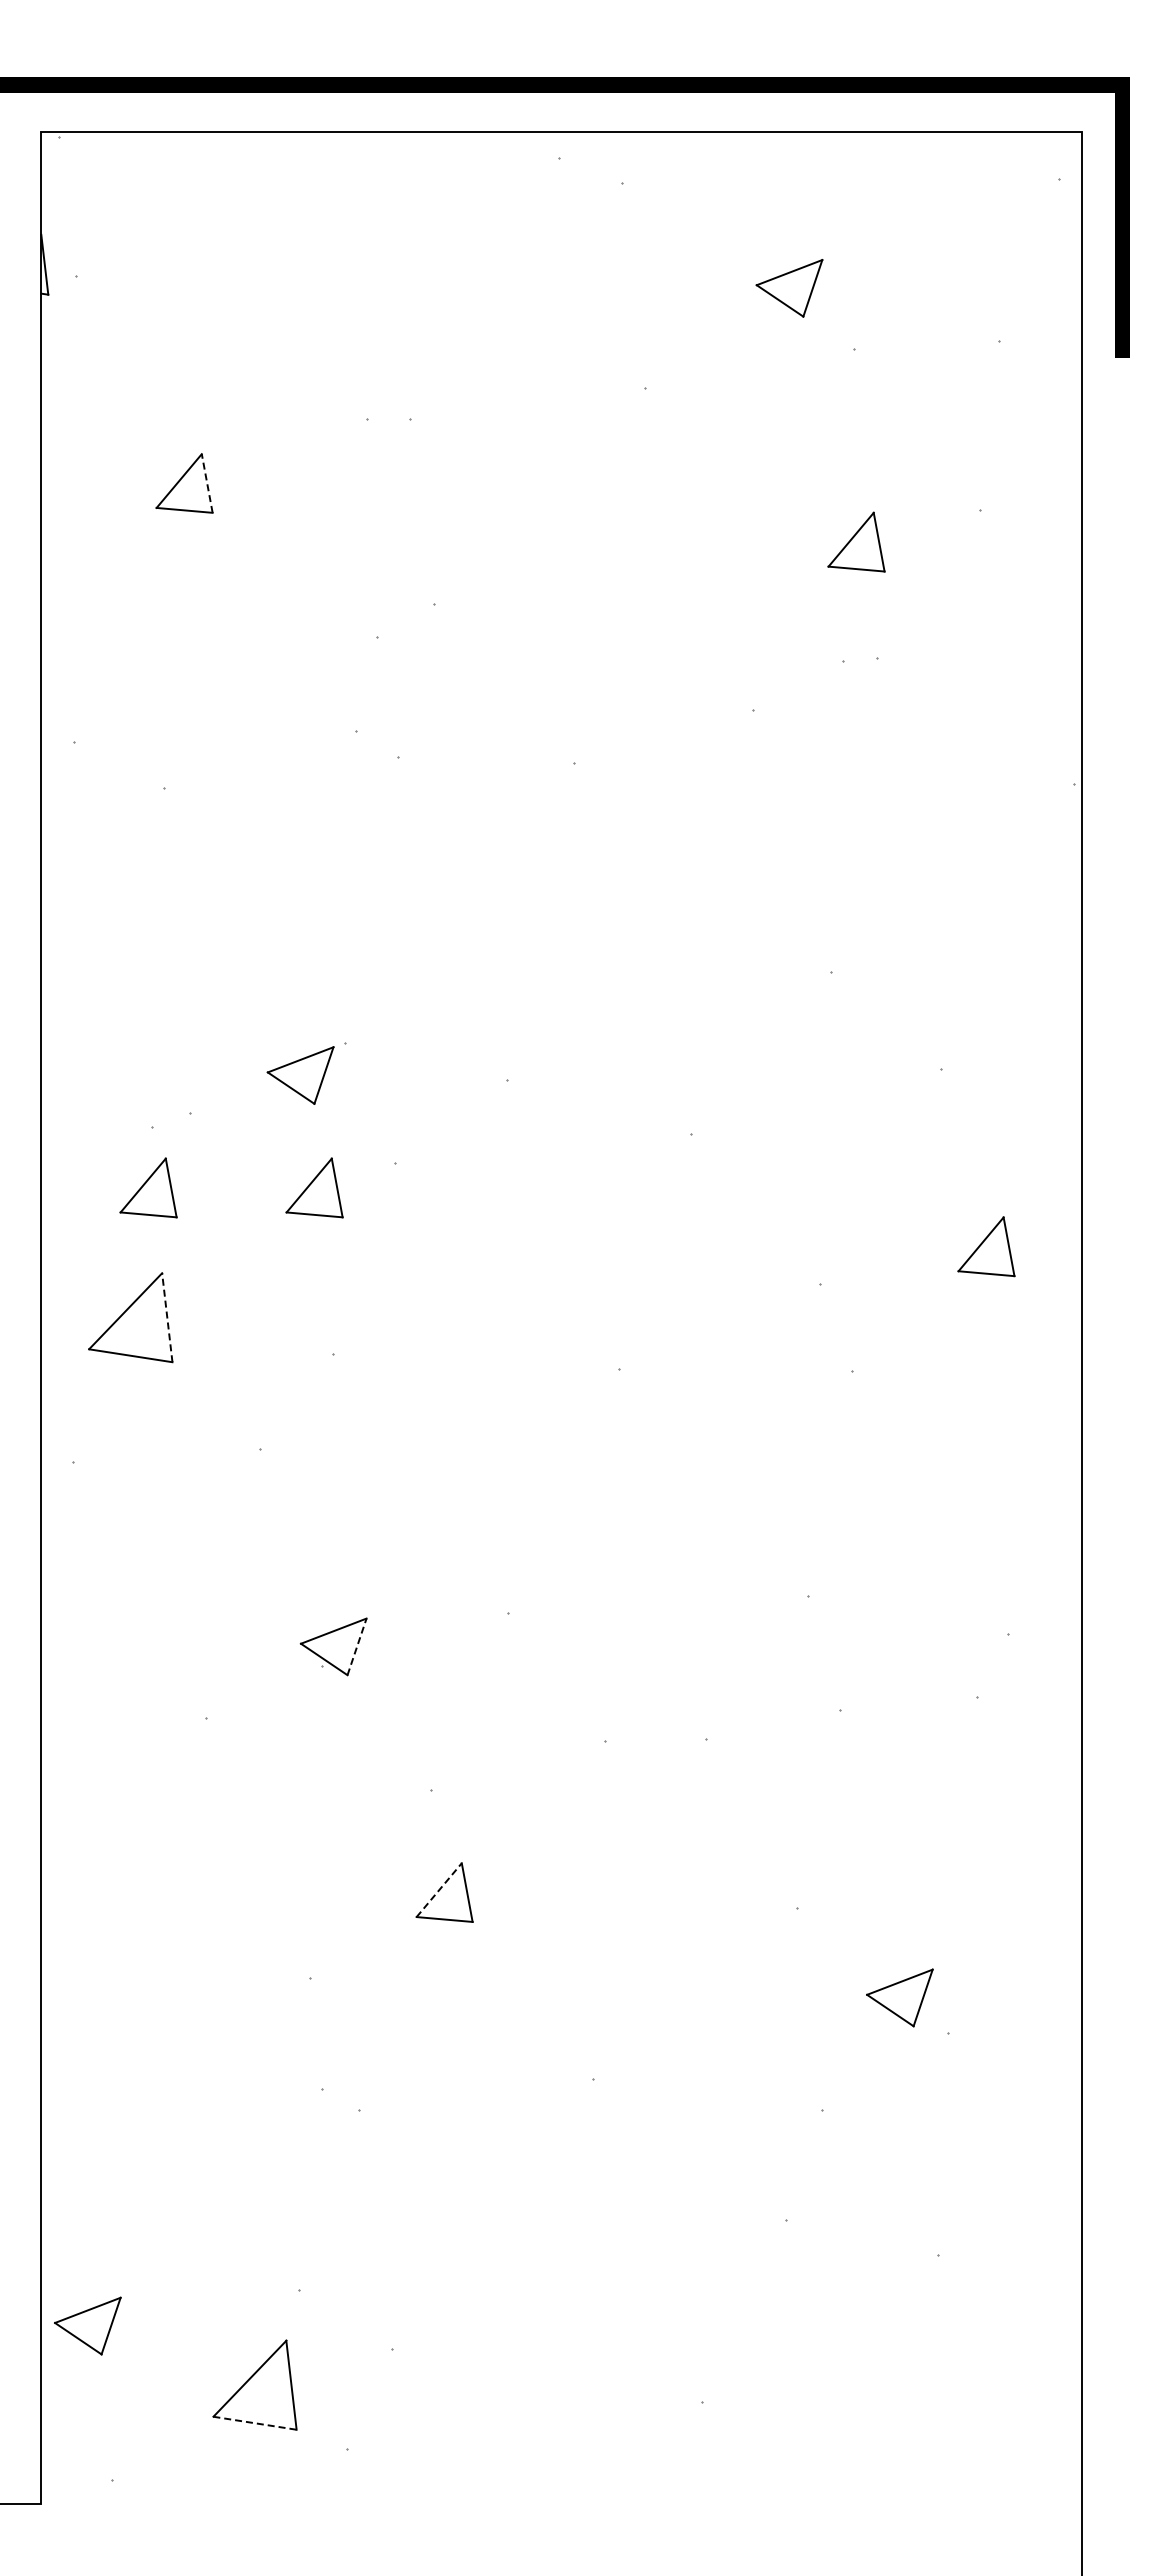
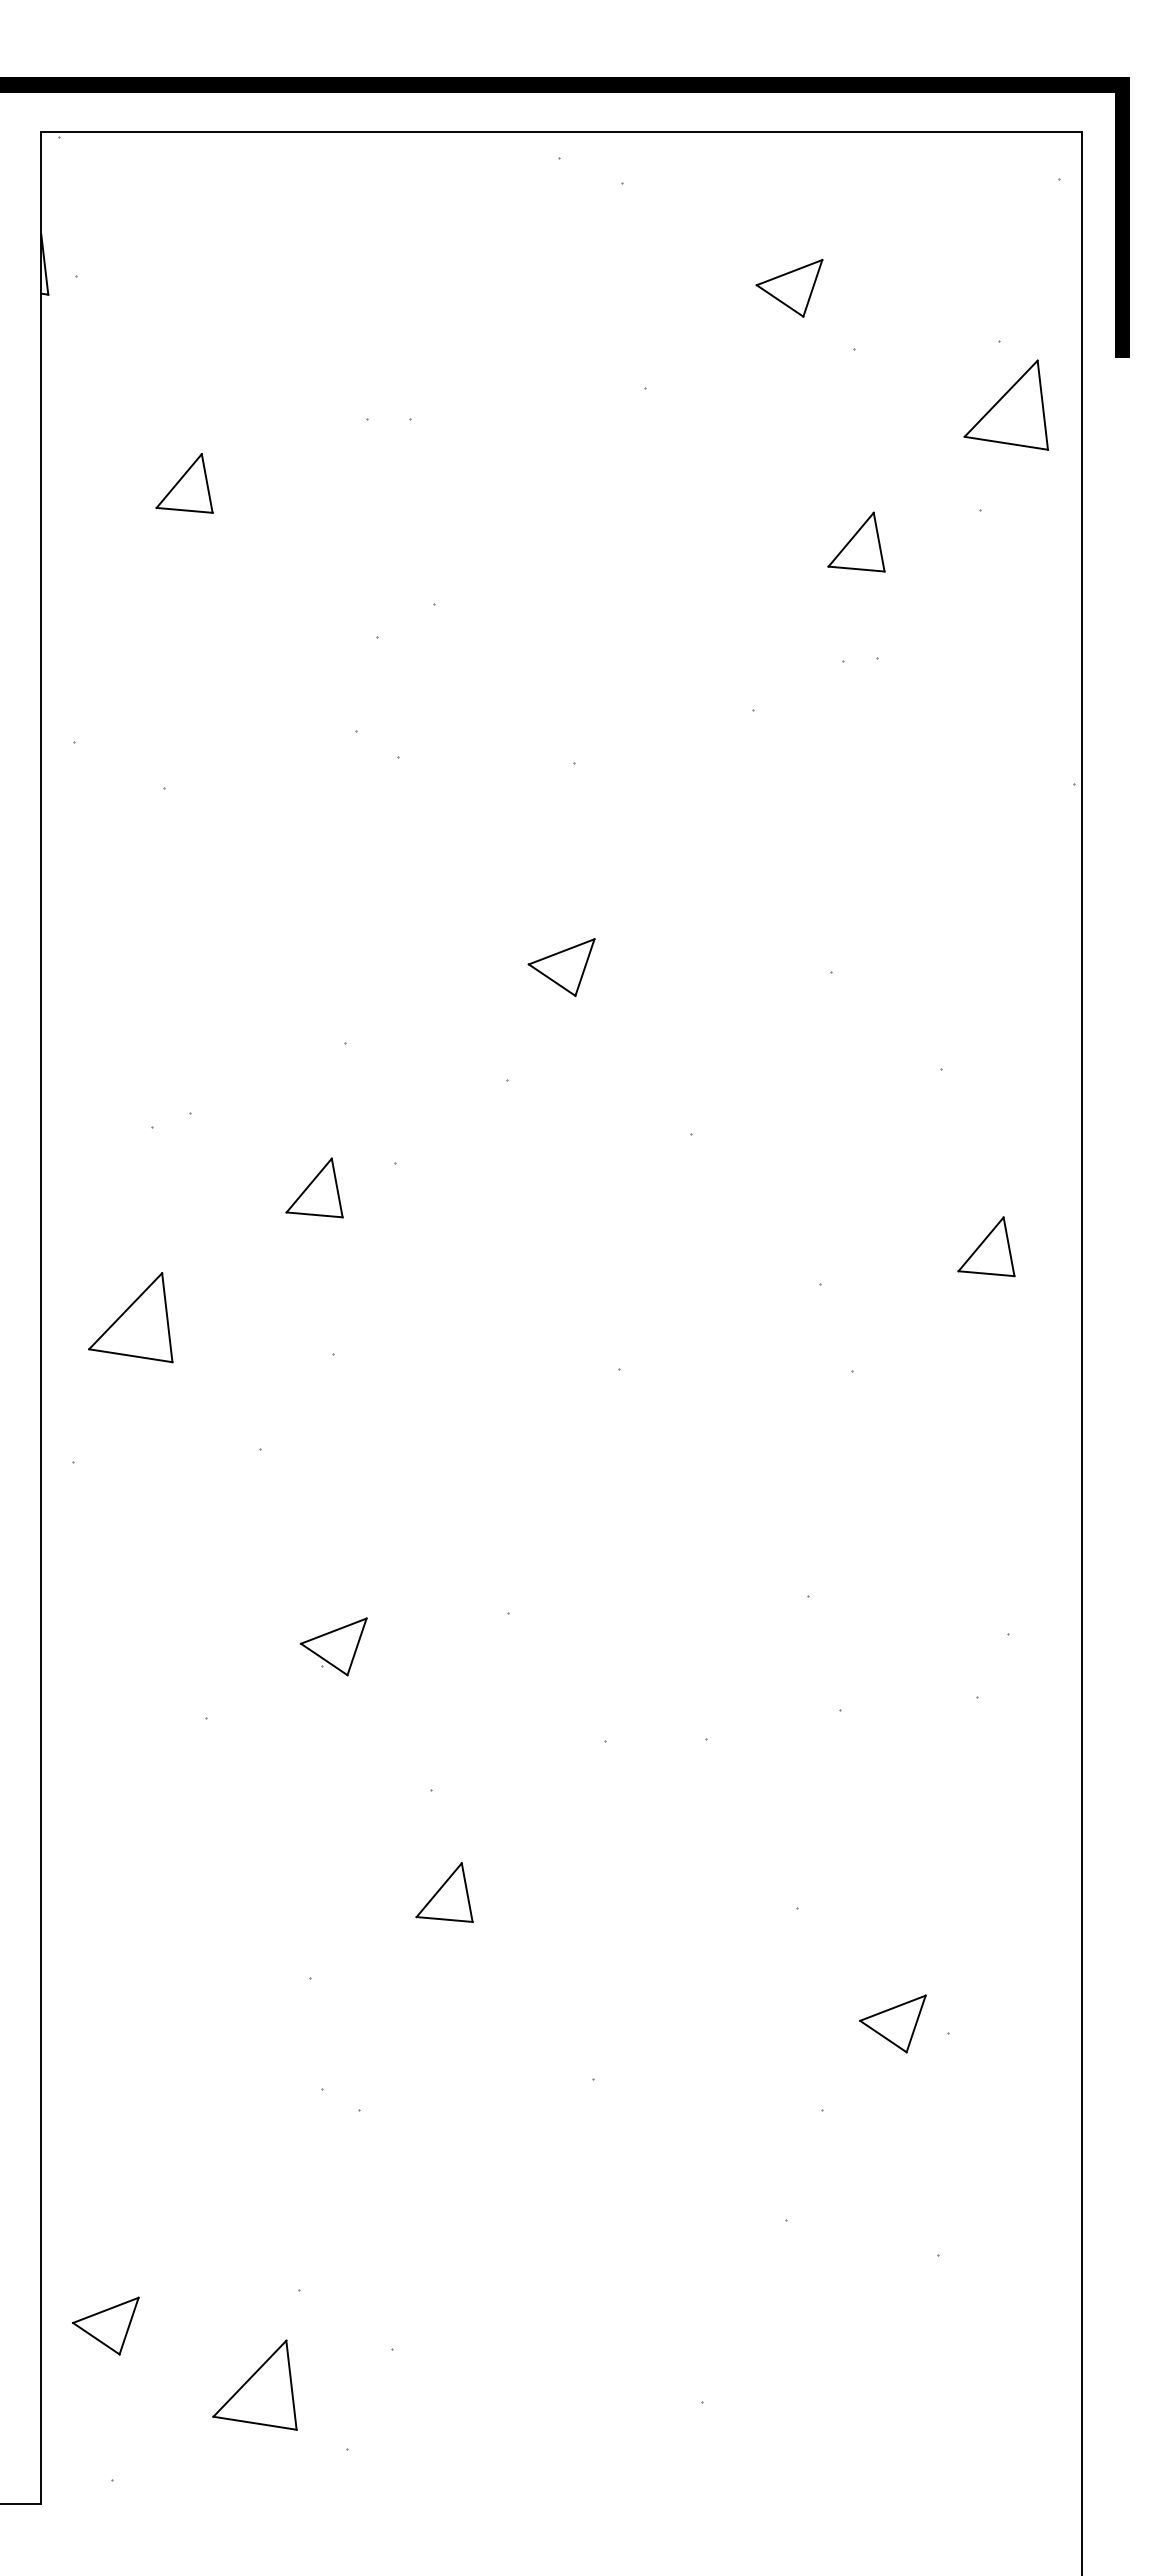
part at (1005, 404): none -> present
line at (207, 483): dashed -> solid
part at (300, 1075) position: (300, 1075) -> (561, 967)
part at (148, 1187): present -> none
line at (167, 1317): dashed -> solid
line at (357, 1646): dashed -> solid
line at (439, 1889): dashed -> solid
part at (899, 1997) position: (899, 1997) -> (892, 2023)
part at (87, 2325) position: (87, 2325) -> (105, 2325)
line at (255, 2423): dashed -> solid
